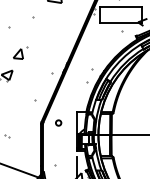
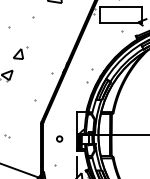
circle at (58, 122) position: (58, 122) -> (59, 138)
